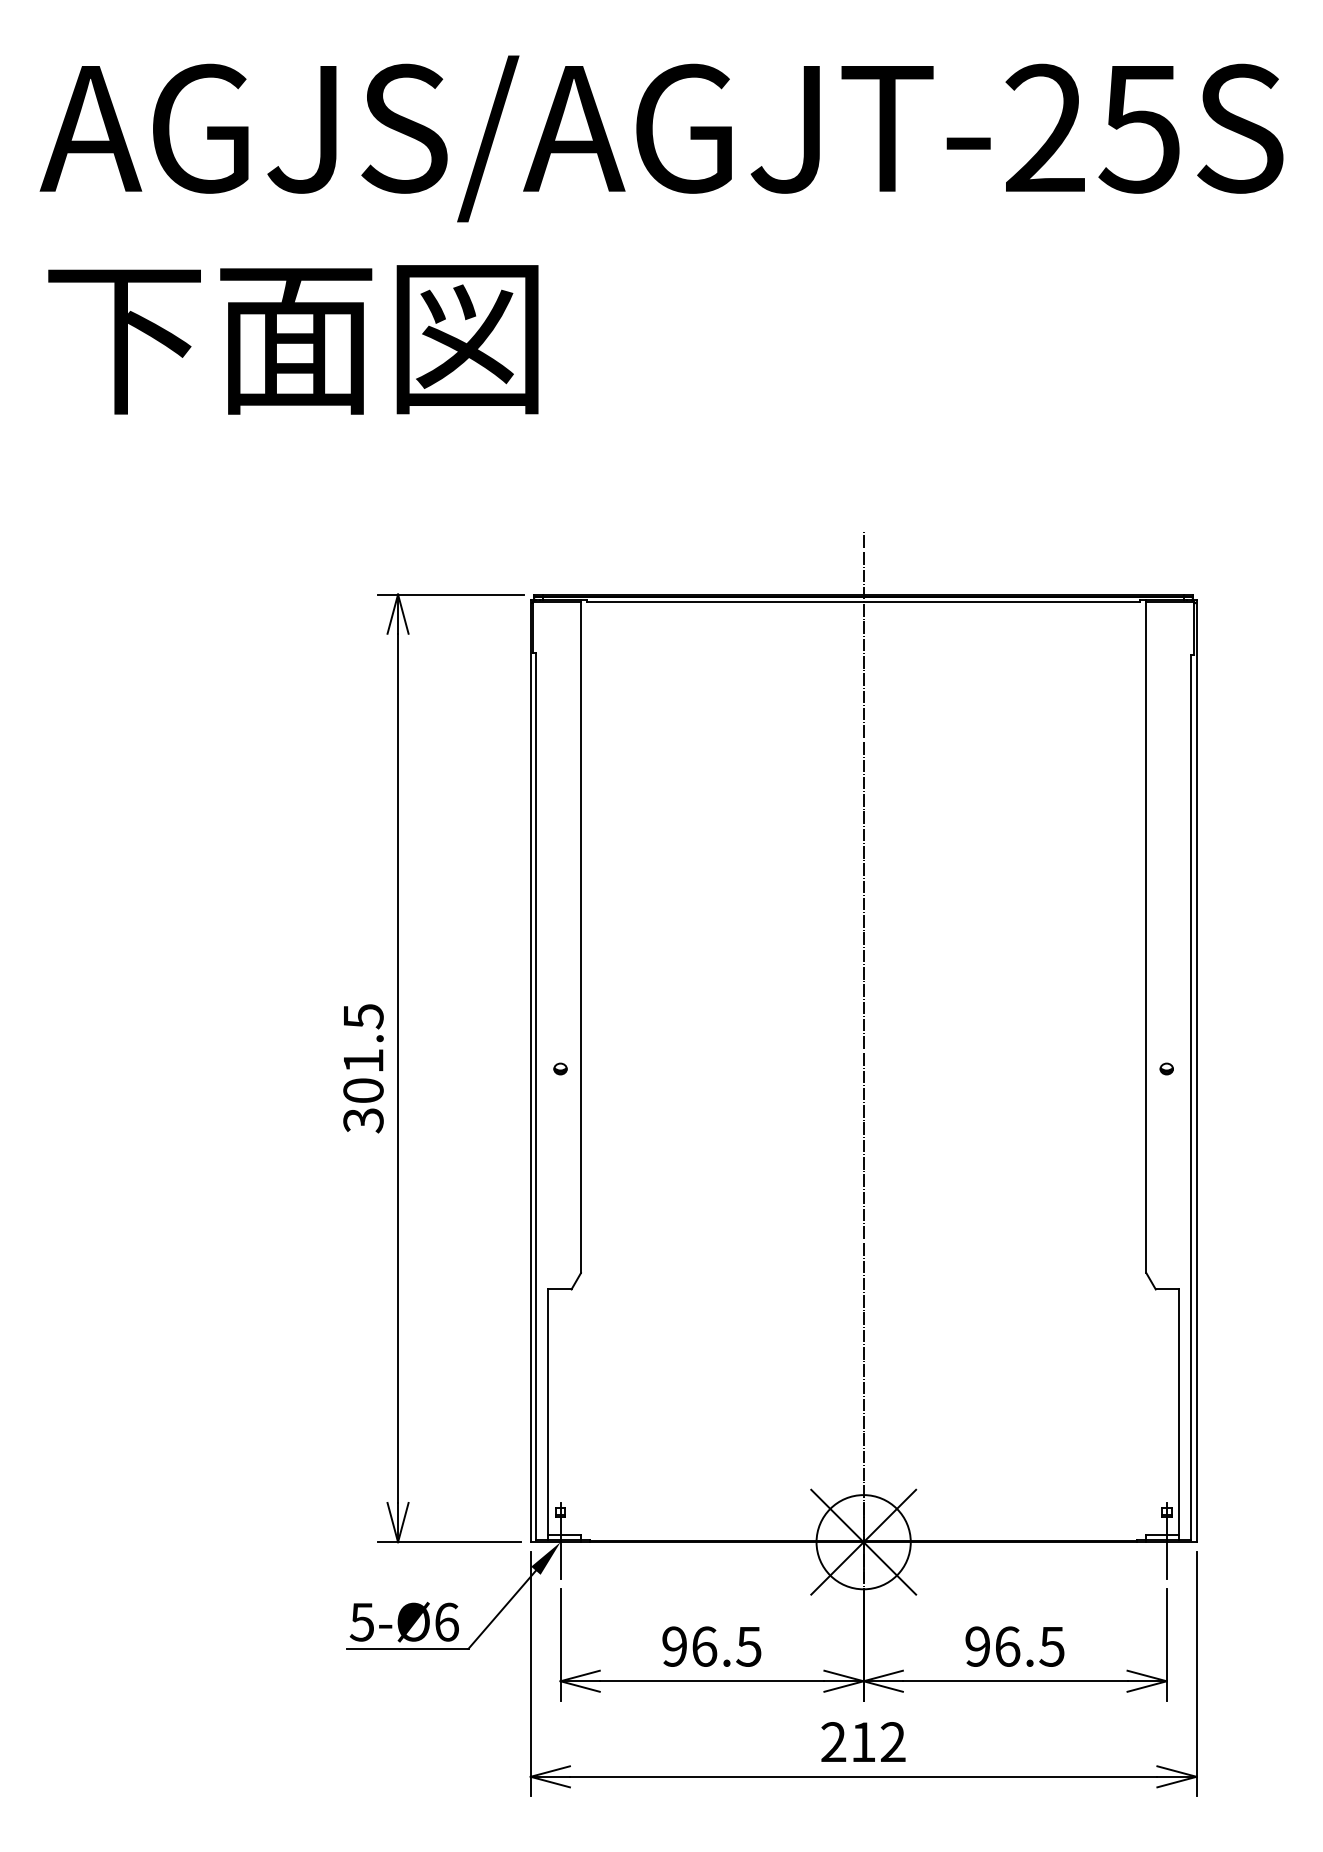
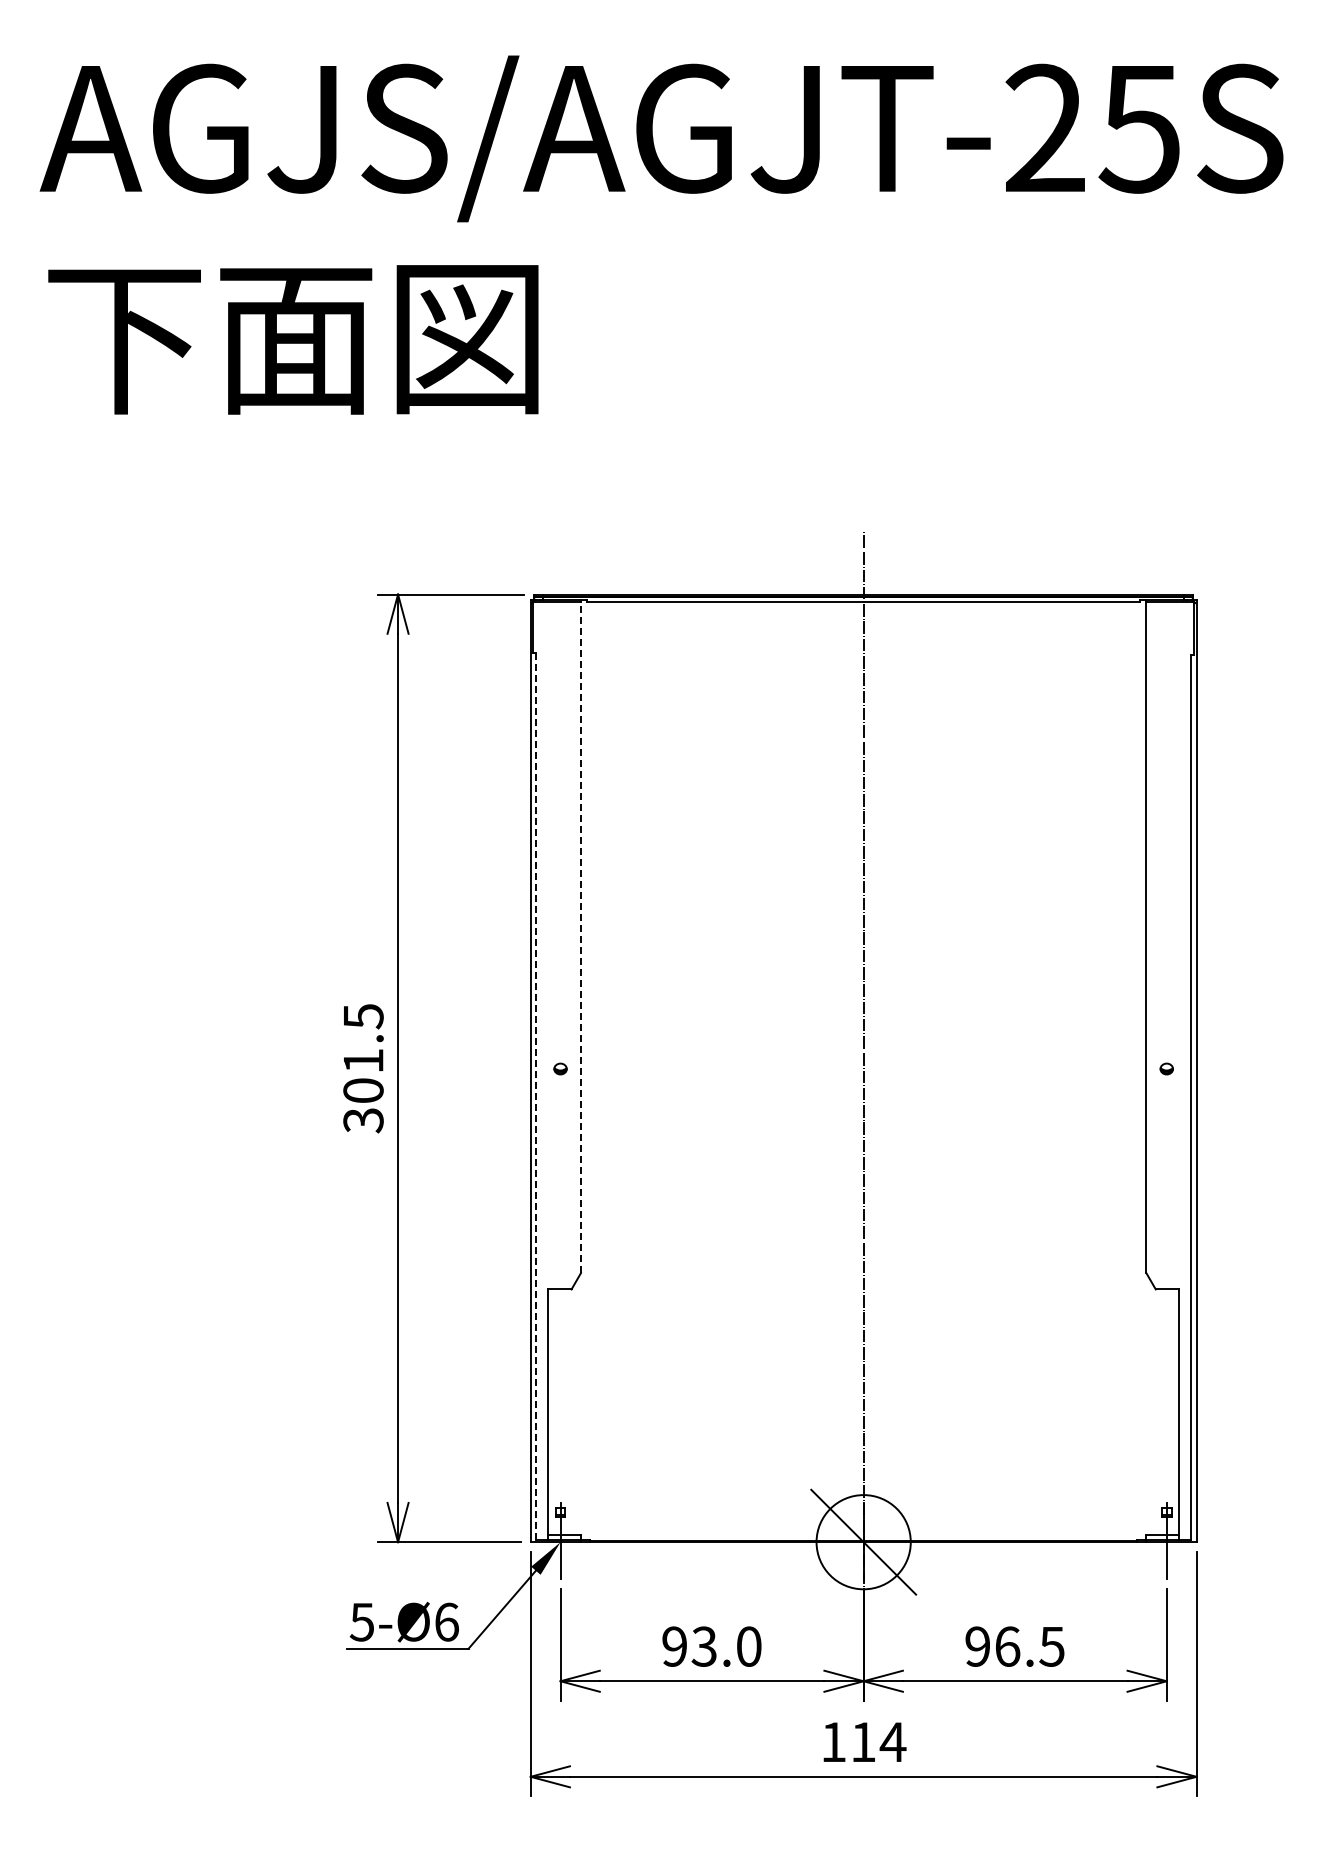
line at (580, 937): solid -> dashed
line at (535, 1095): solid -> dashed
line at (863, 1541): present -> none
text at (726, 1646): 96.5 -> 93.0
text at (863, 1741): 212 -> 114
